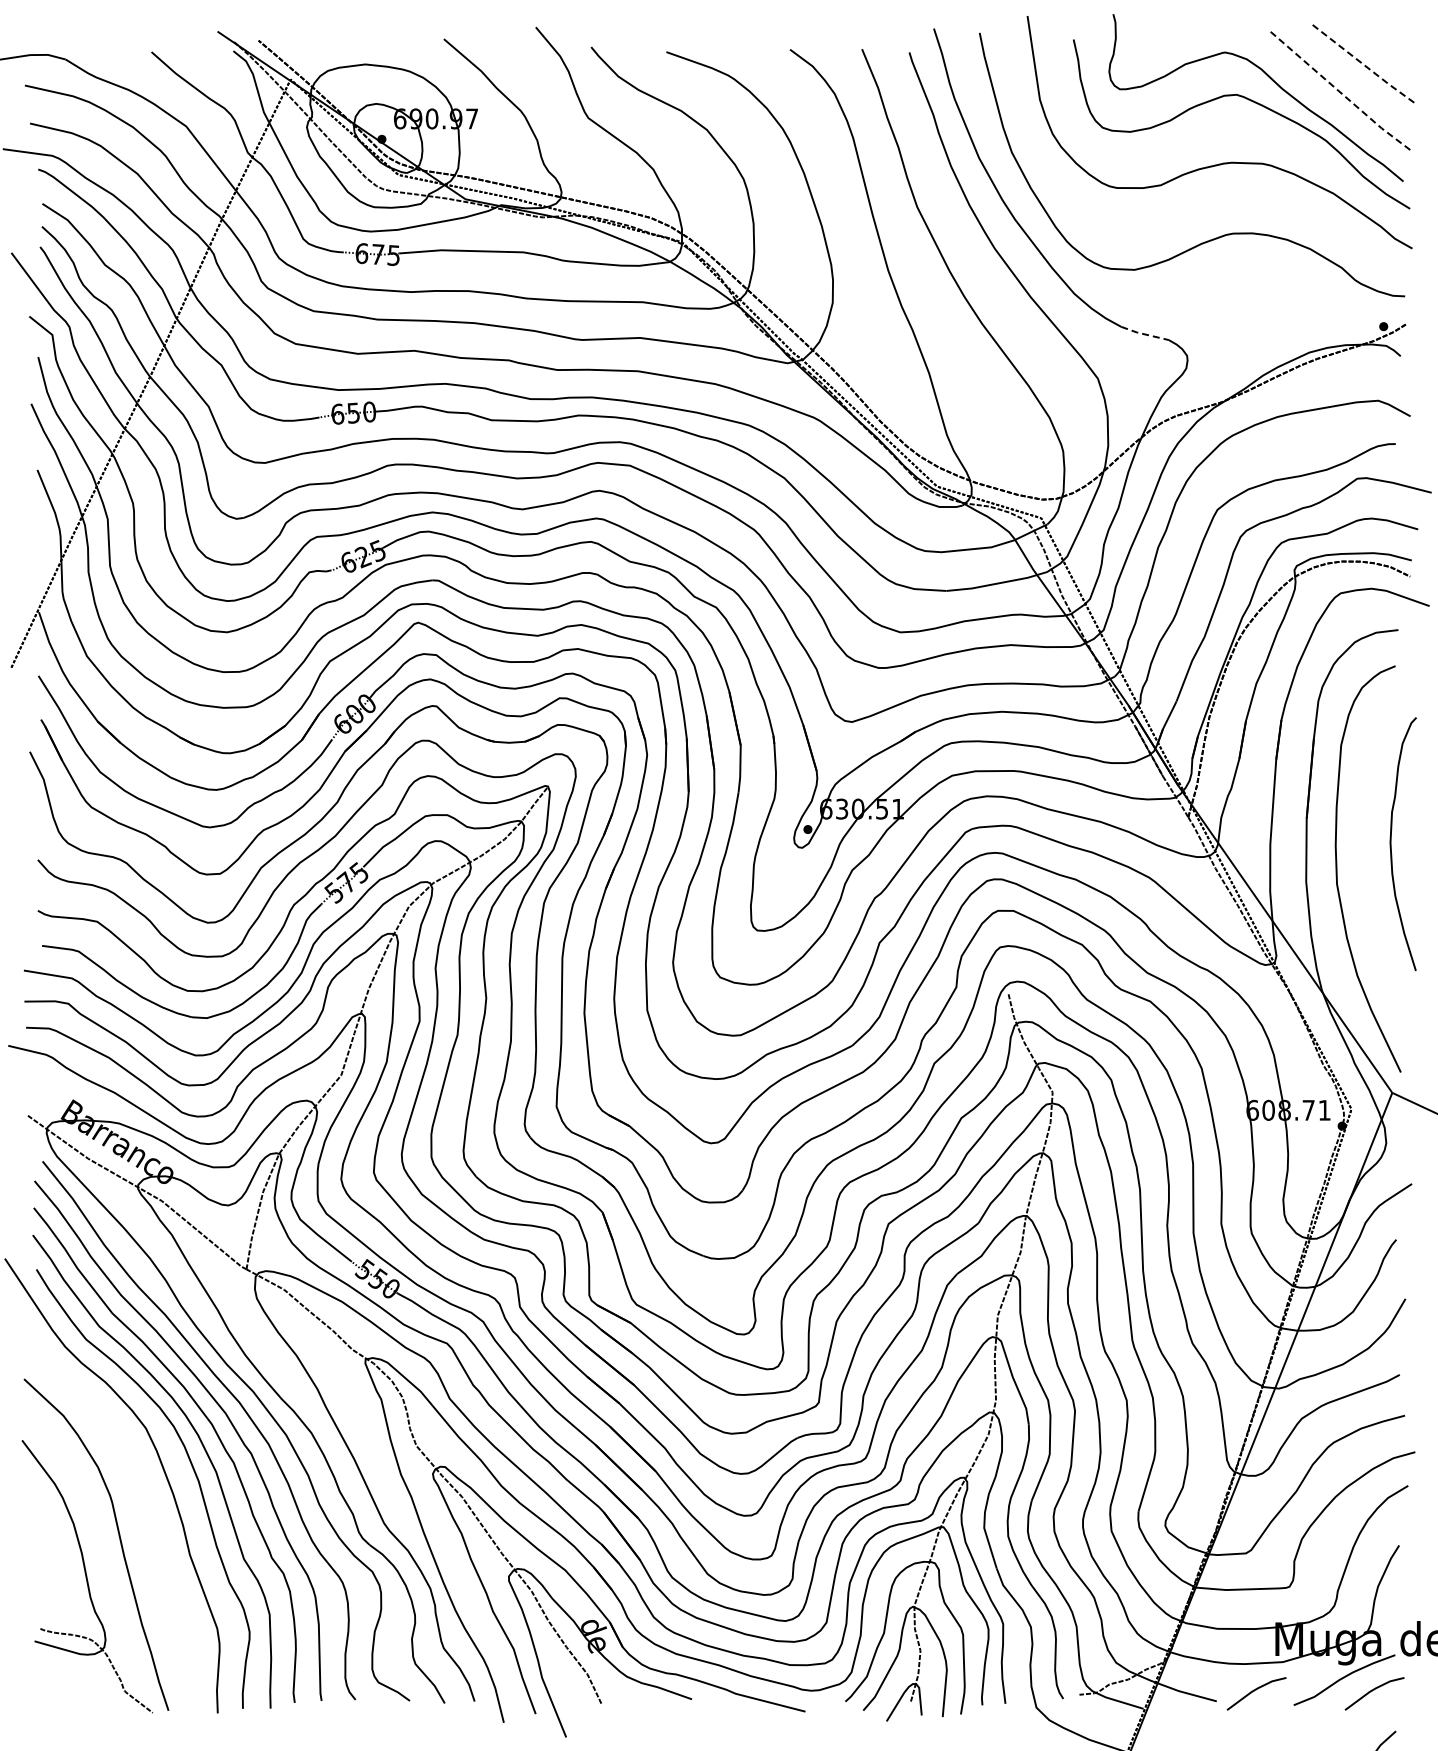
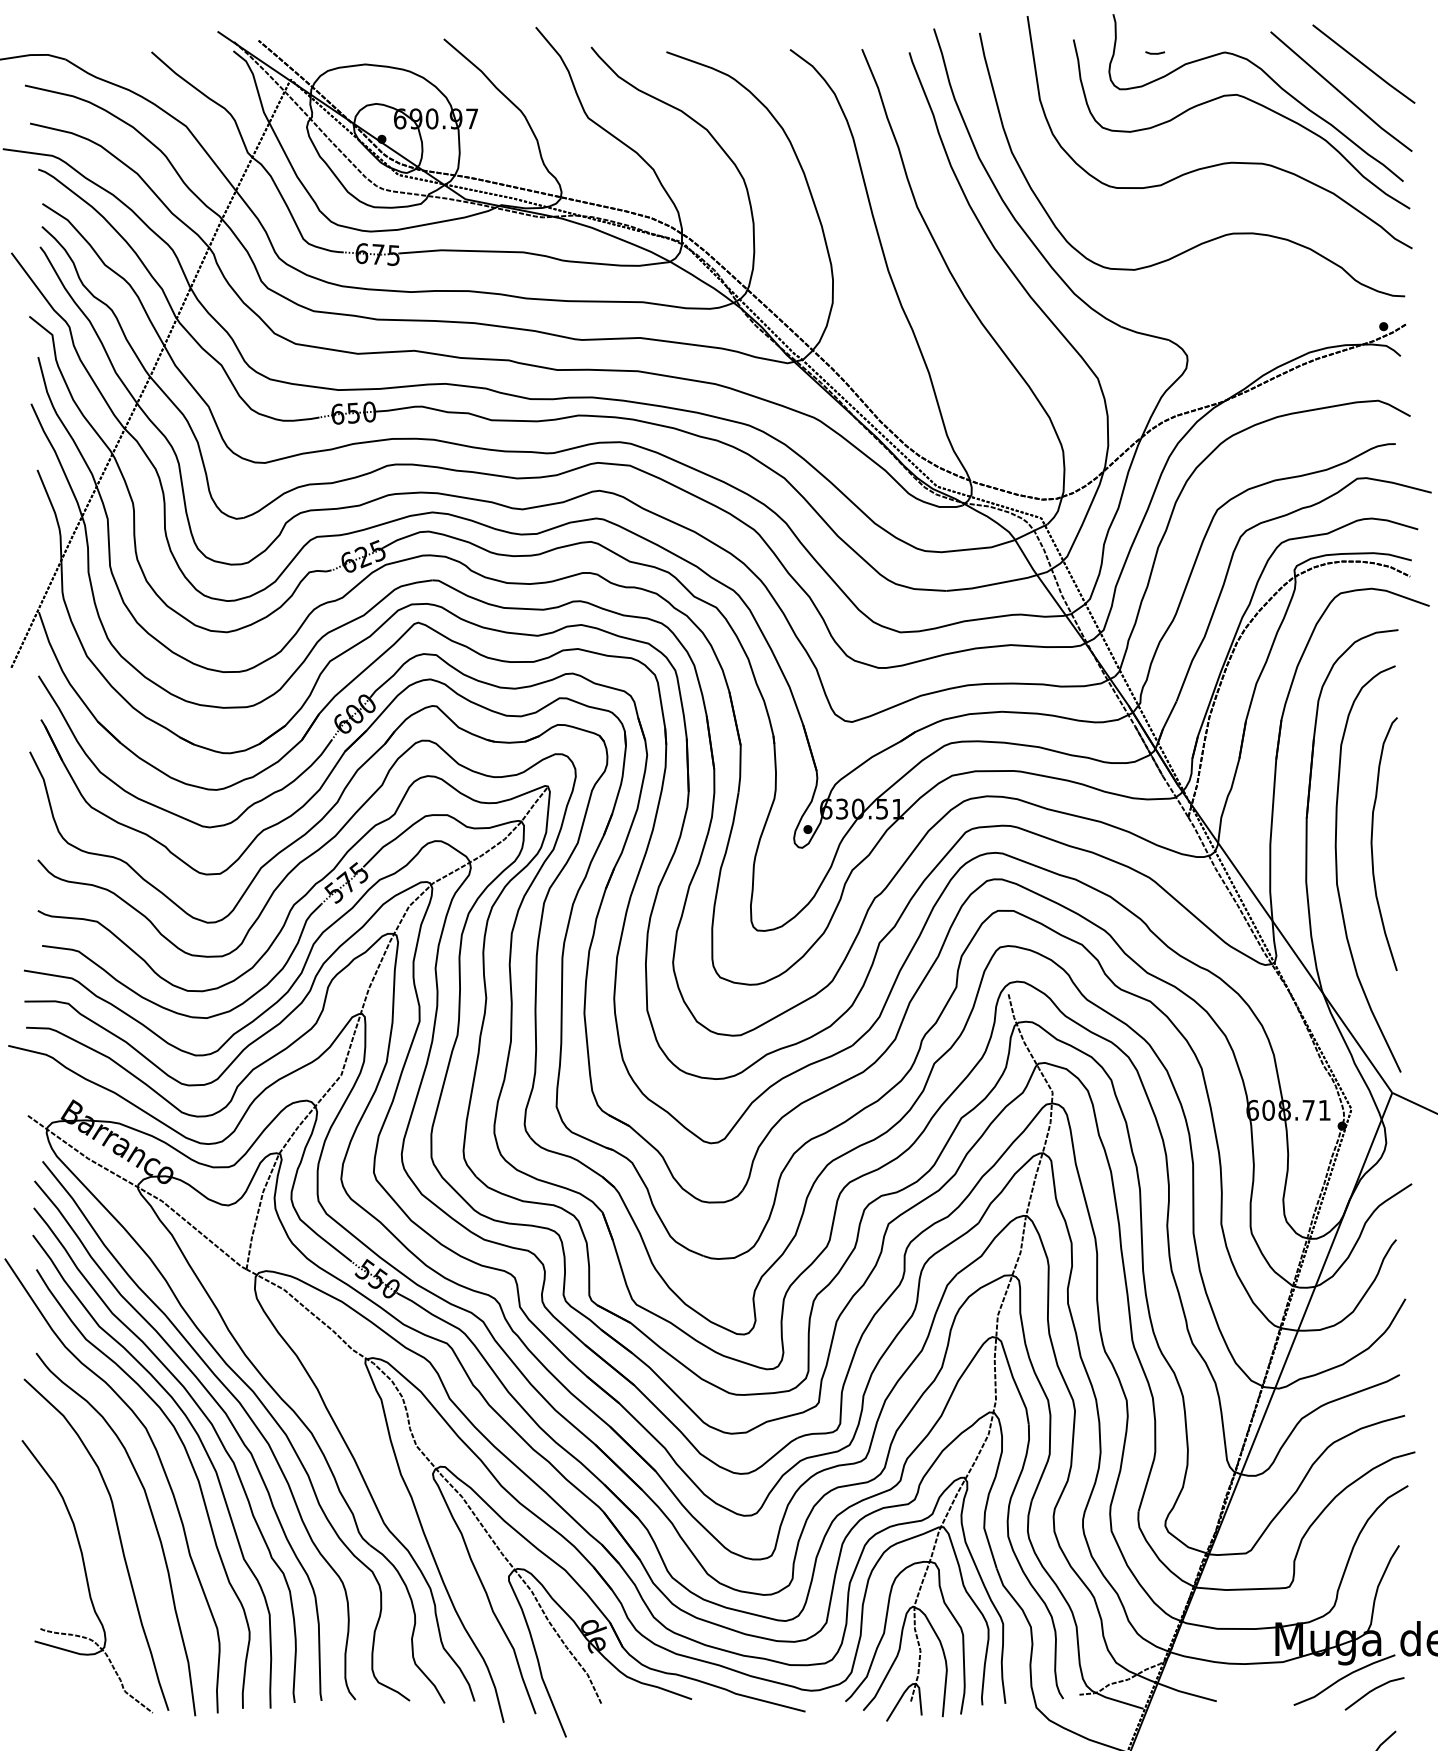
line at (1155, 52): none -> present
line at (1364, 65): dashed -> solid
line at (1341, 93): dashed -> solid
line at (1144, 334): dashed -> solid
curve at (1391, 843) position: (1391, 843) -> (1372, 843)
curve at (153, 1522): none -> present
line at (1254, 1691): present -> none
